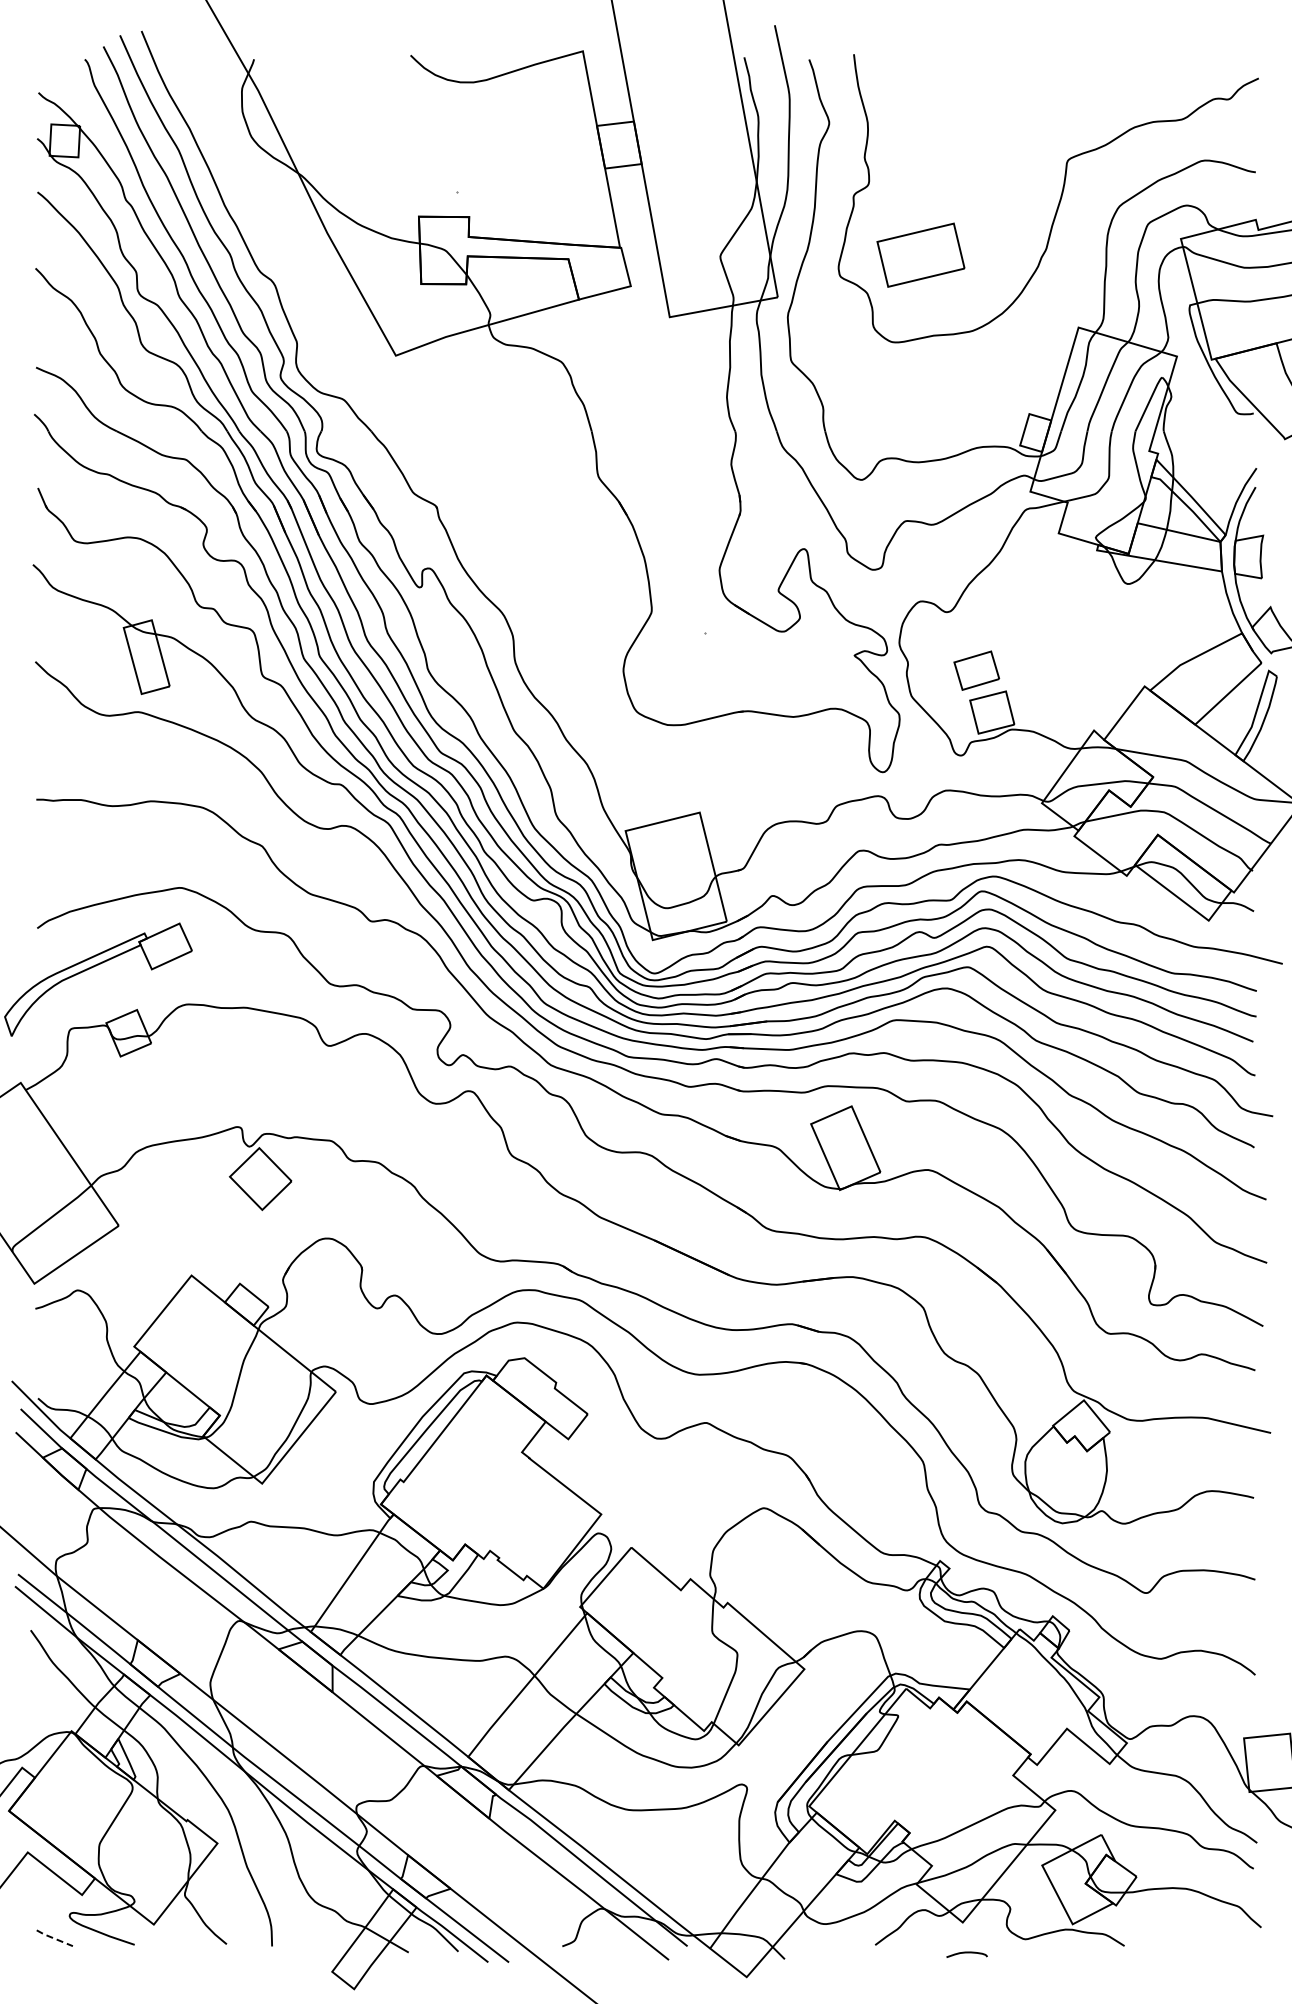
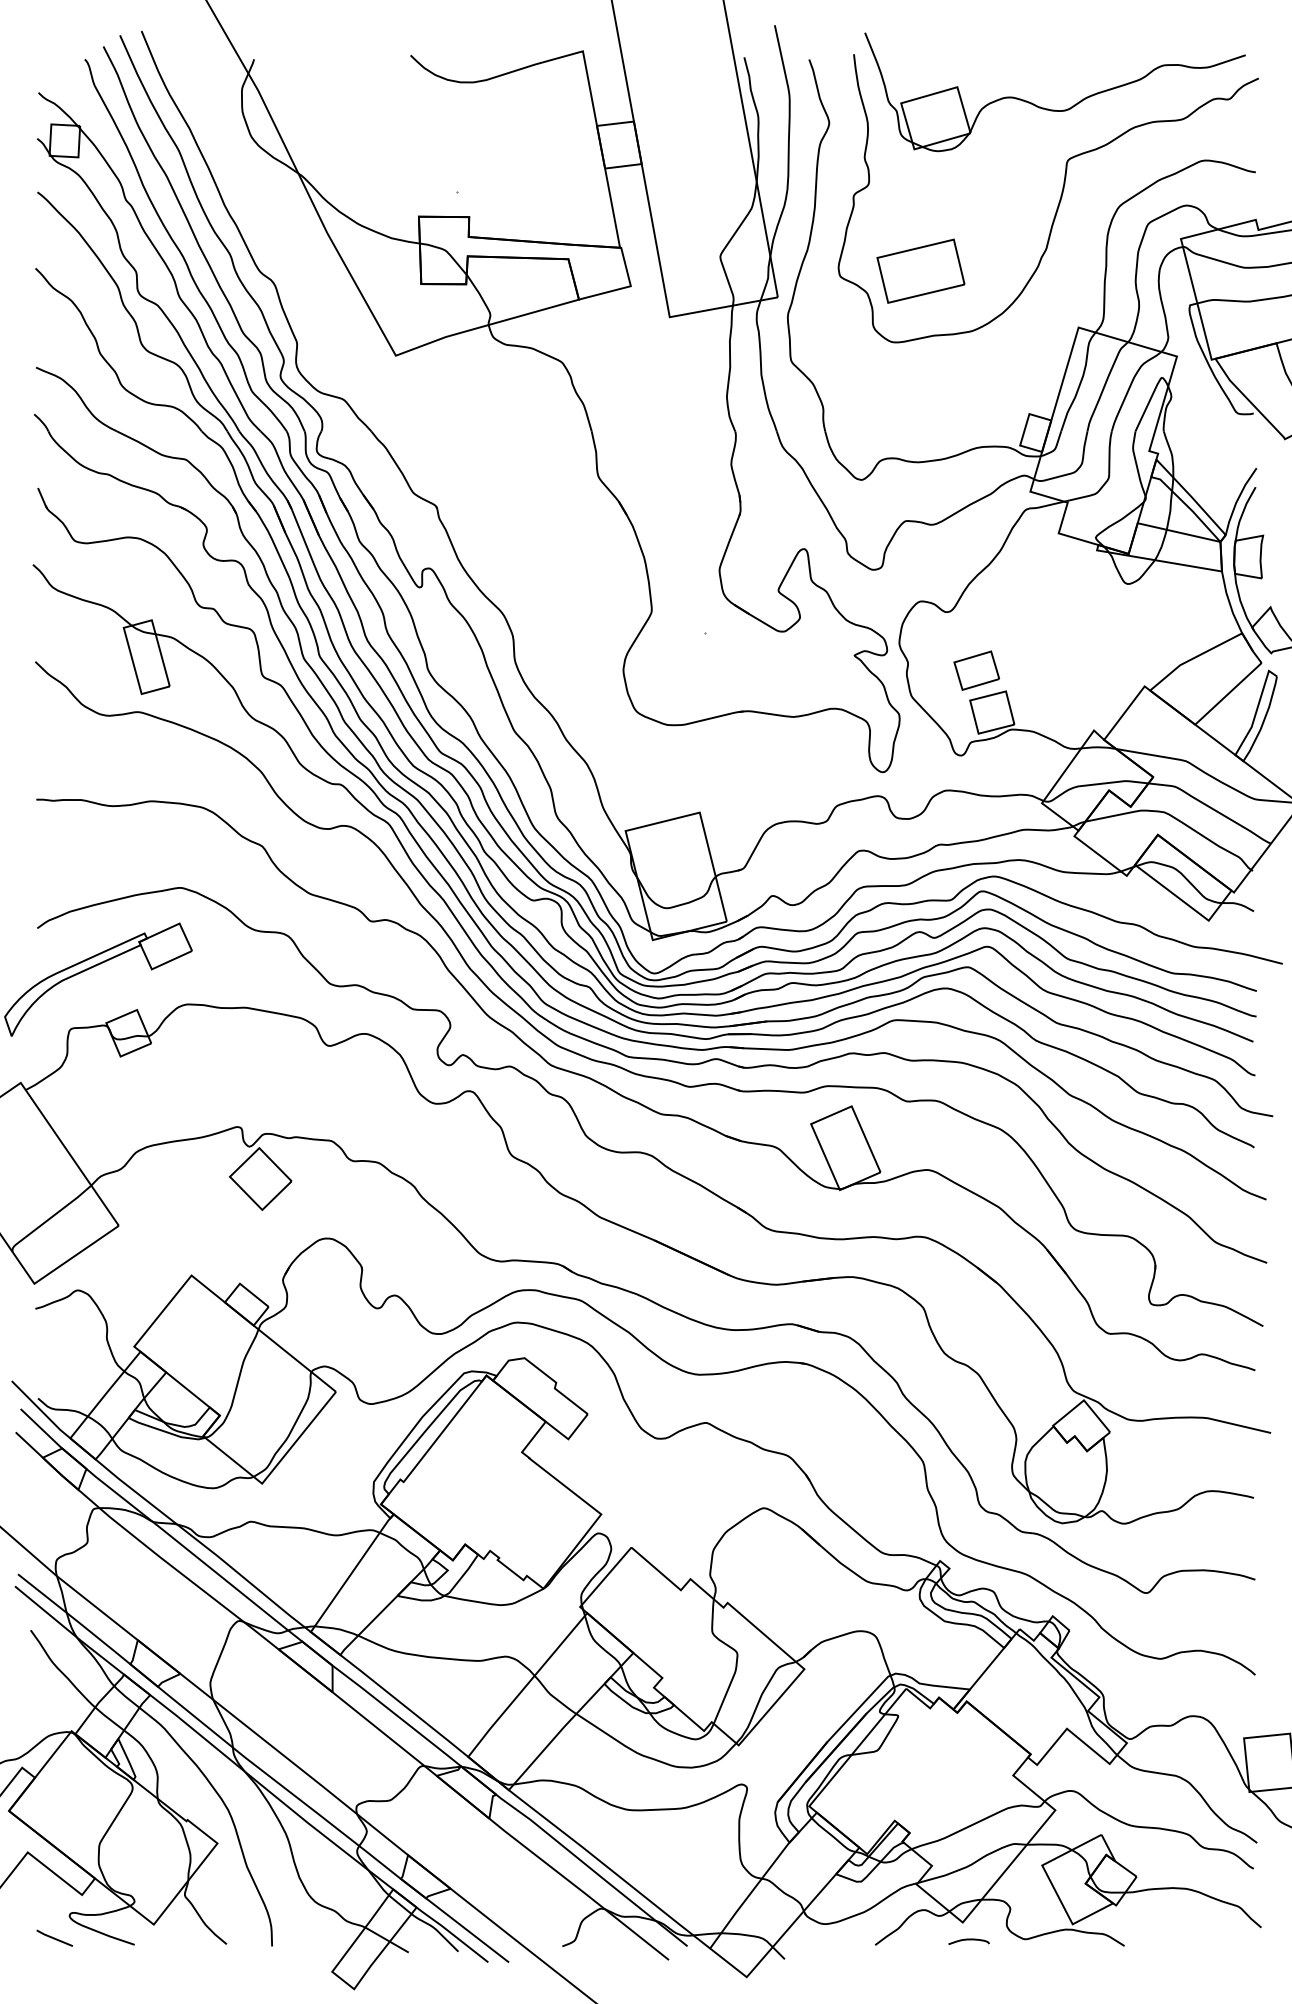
part at (1054, 109): none -> present
part at (920, 254) position: (920, 254) -> (920, 270)
line at (54, 1938): dashed -> solid
curve at (966, 1953) position: (966, 1953) -> (968, 1940)
